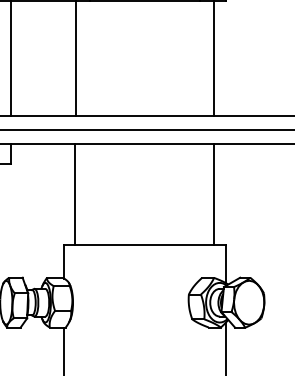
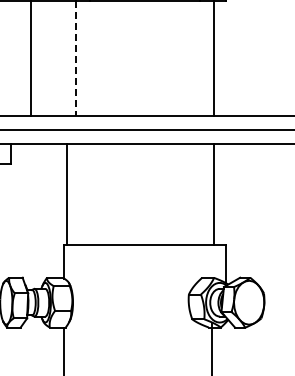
line at (75, 58): solid -> dashed
line at (10, 59) position: (10, 59) -> (30, 59)
line at (75, 194) position: (75, 194) -> (67, 194)
line at (225, 347) position: (225, 347) -> (211, 347)
